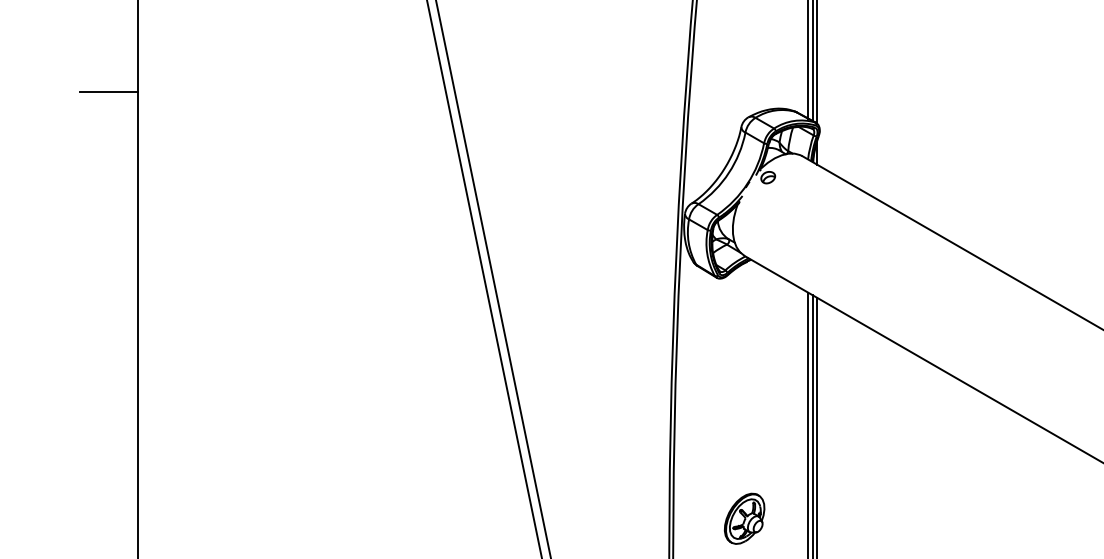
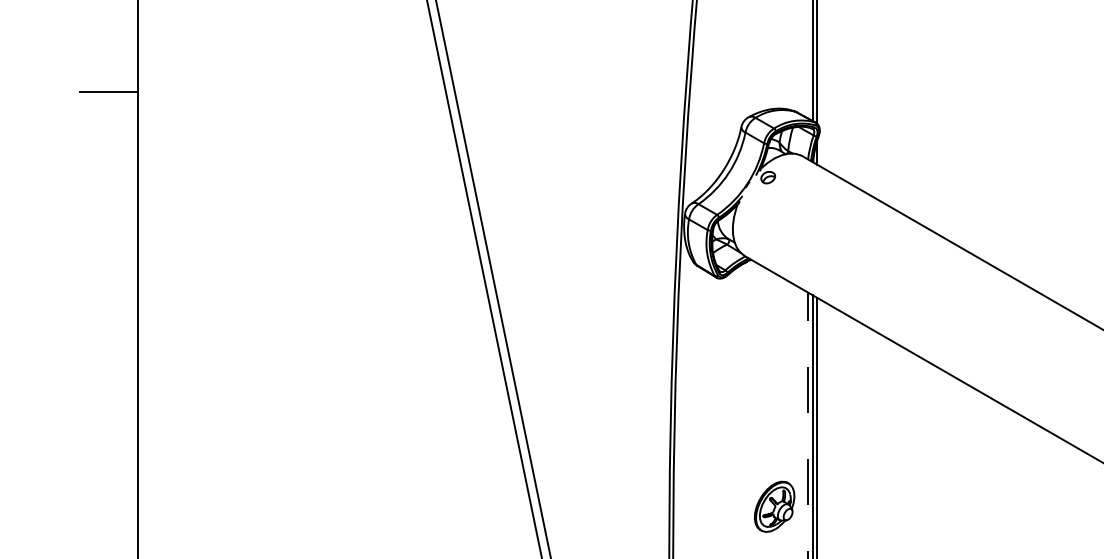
line at (808, 60): present -> none
line at (808, 425): solid -> dashed
part at (744, 518) position: (744, 518) -> (774, 506)
